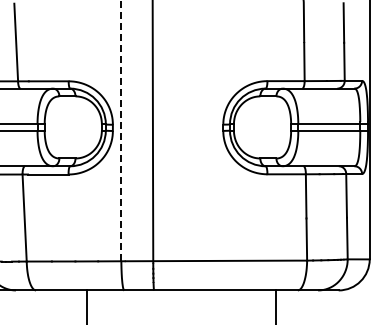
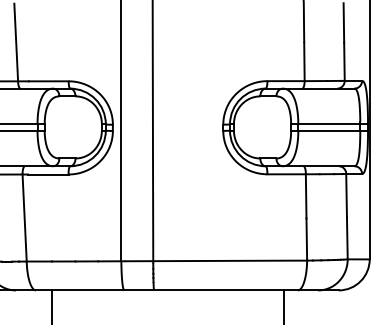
line at (121, 130): dashed -> solid
line at (86, 305) position: (86, 305) -> (51, 305)
line at (276, 305) position: (276, 305) -> (284, 305)
